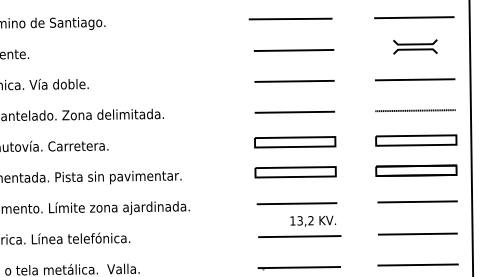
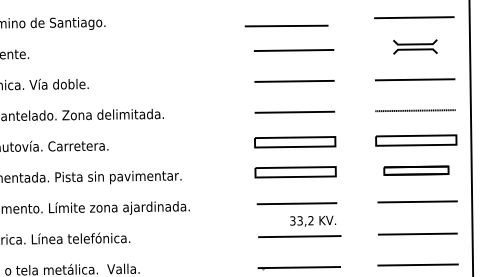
line at (290, 18) position: (290, 18) -> (286, 25)
part at (416, 170) size: 83x13 px -> 67x11 px
text at (292, 220): 13,2 -> 33,2
